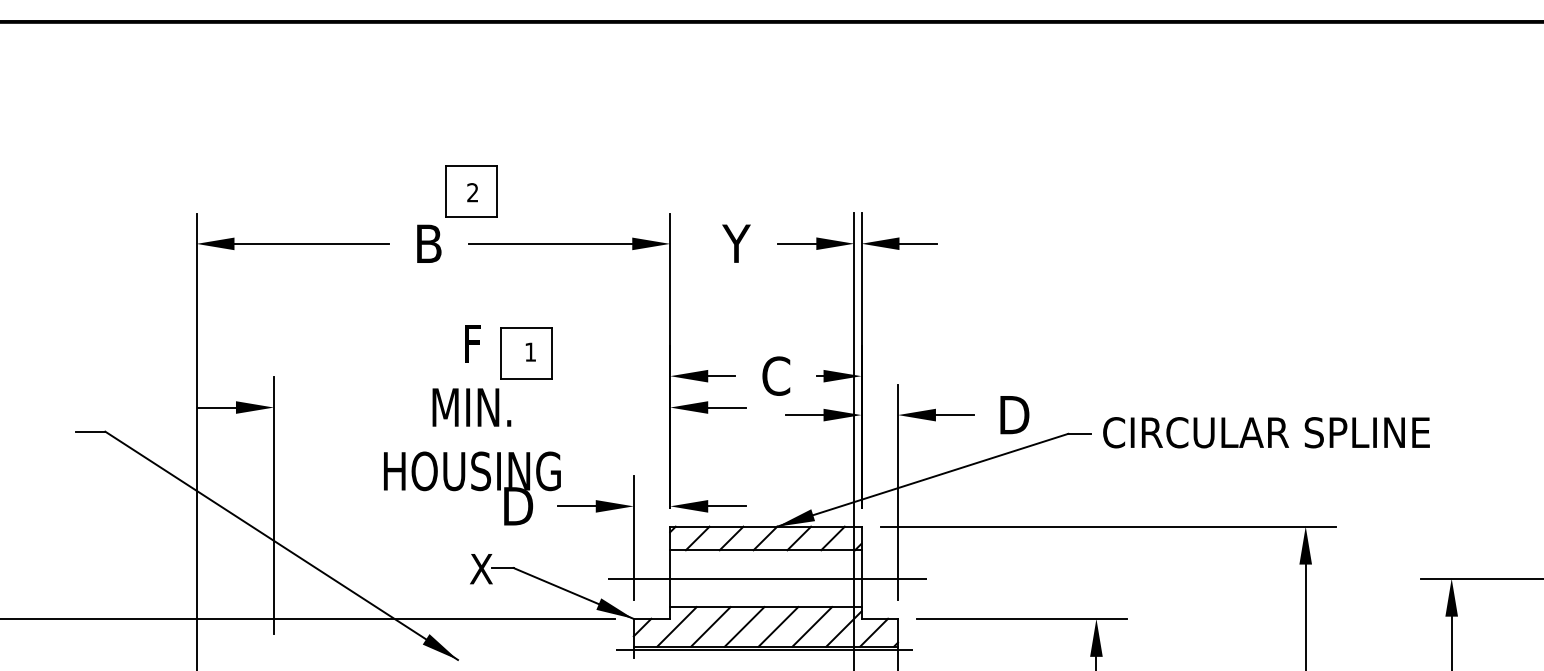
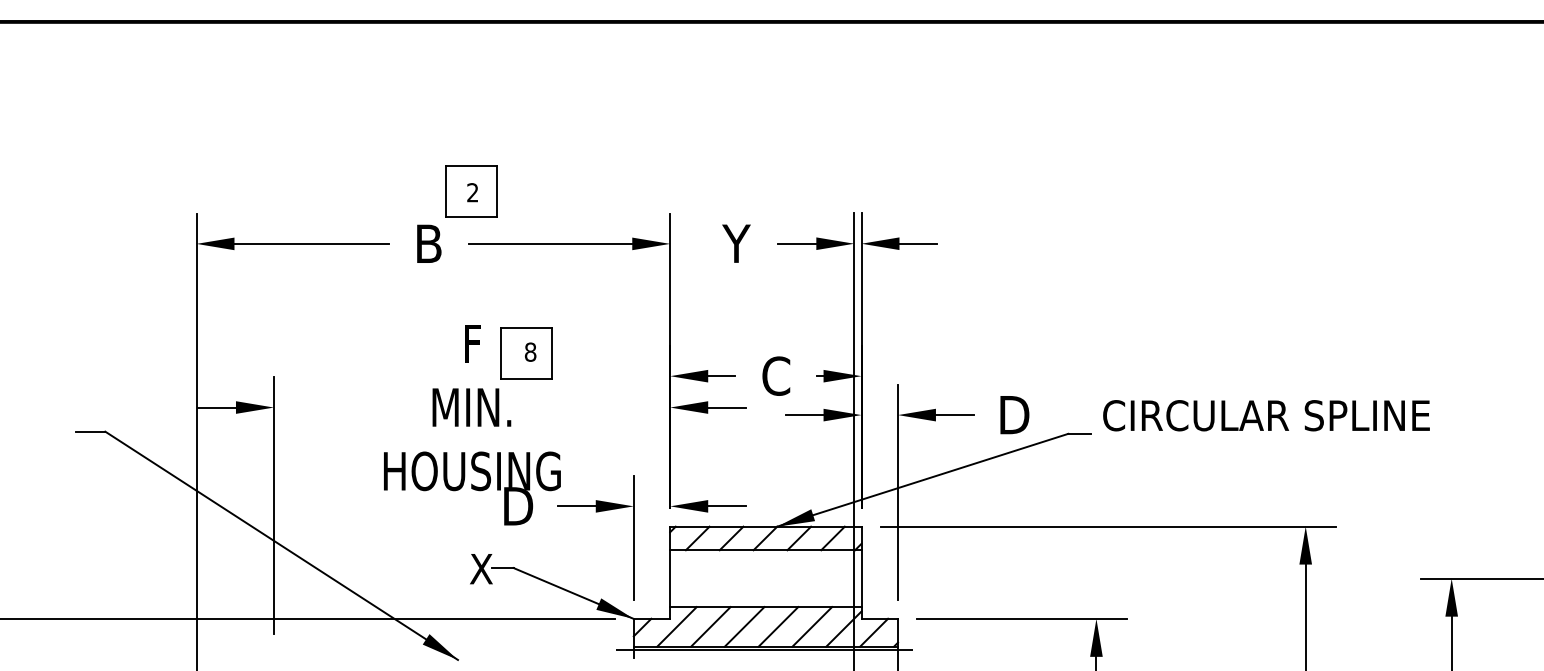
text at (530, 351): 1 -> 8
text at (1266, 432) position: (1266, 432) -> (1266, 415)
line at (767, 578): present -> none
